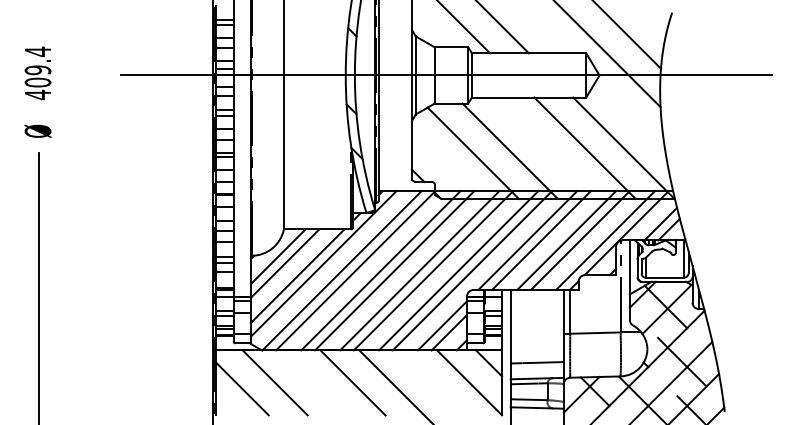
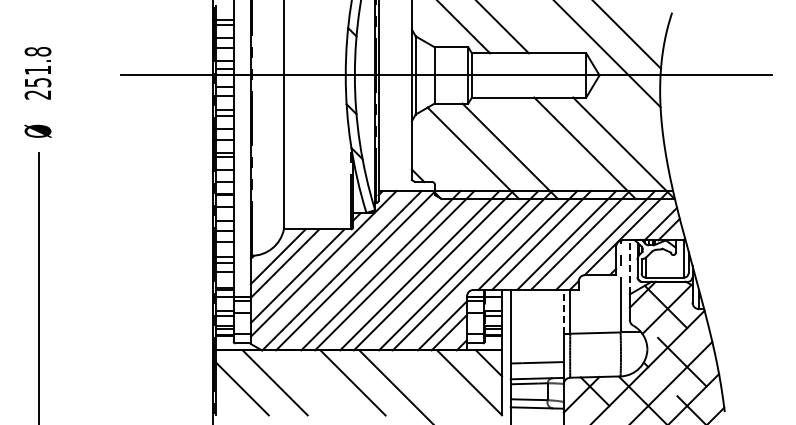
text at (37, 73): 409.4 -> 251.8
line at (629, 267): solid -> dashed
line at (563, 311): solid -> dashed
